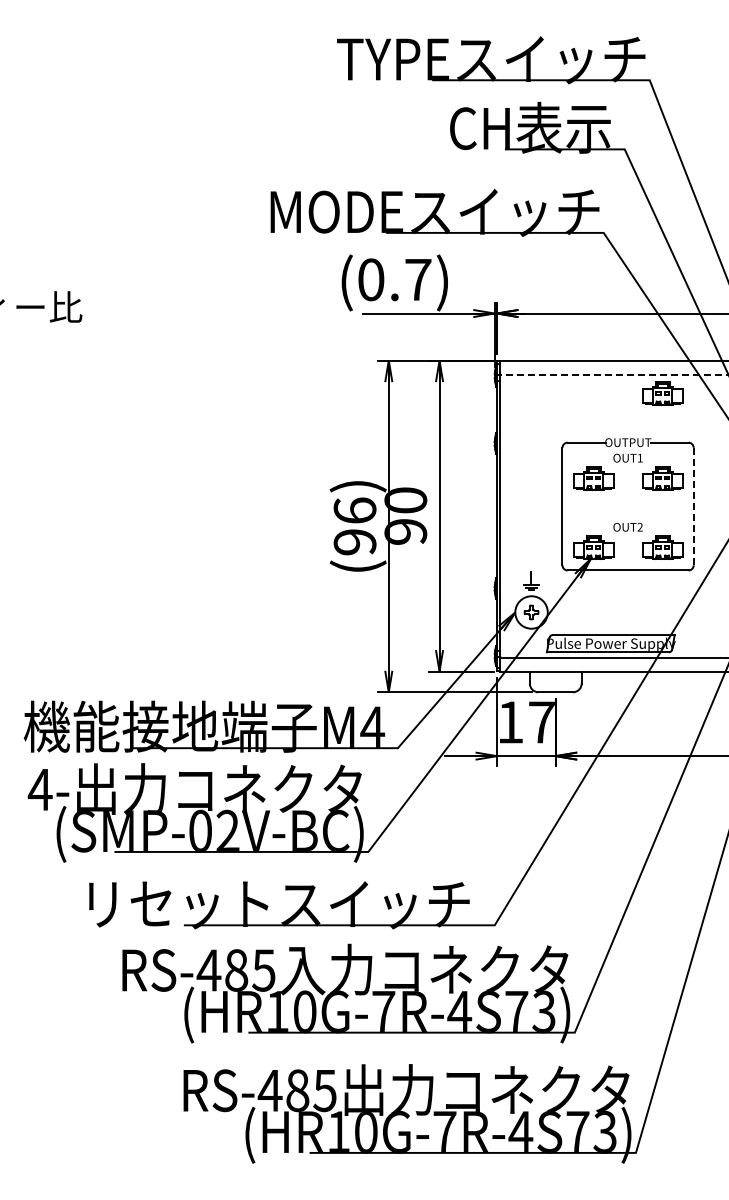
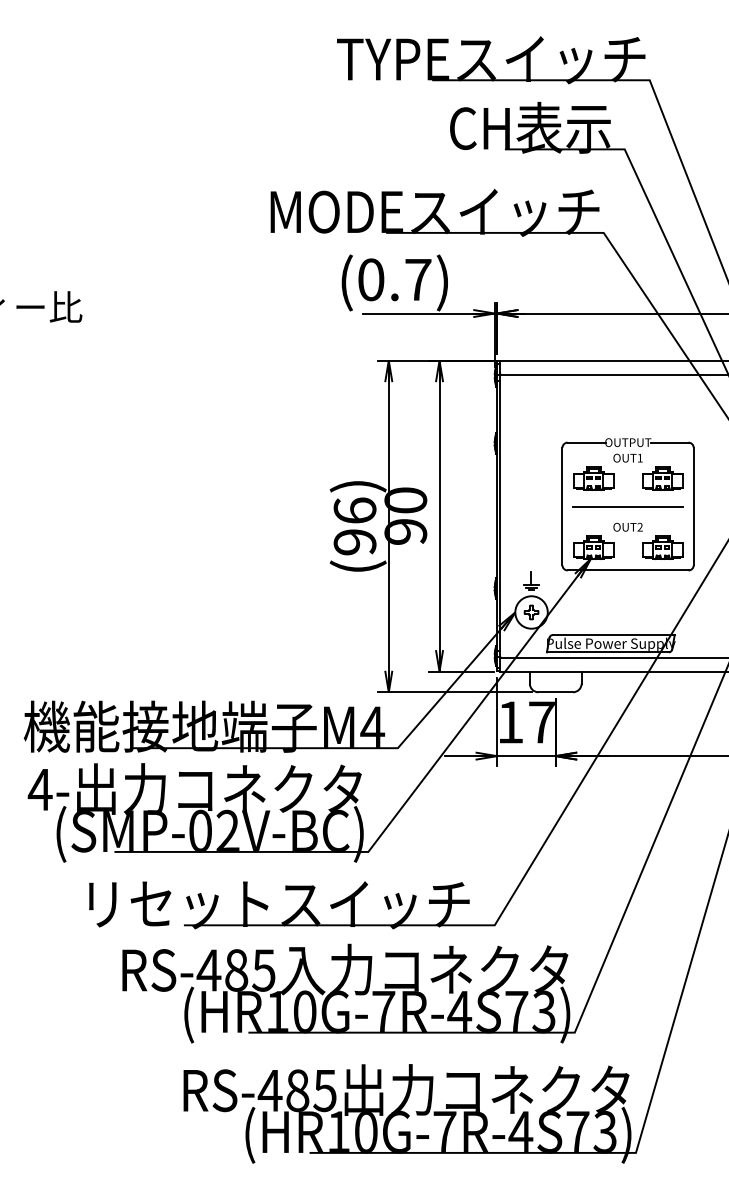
line at (614, 374): dashed -> solid
part at (662, 393): present -> none
line at (627, 506): none -> present
line at (693, 506): dashed -> solid
